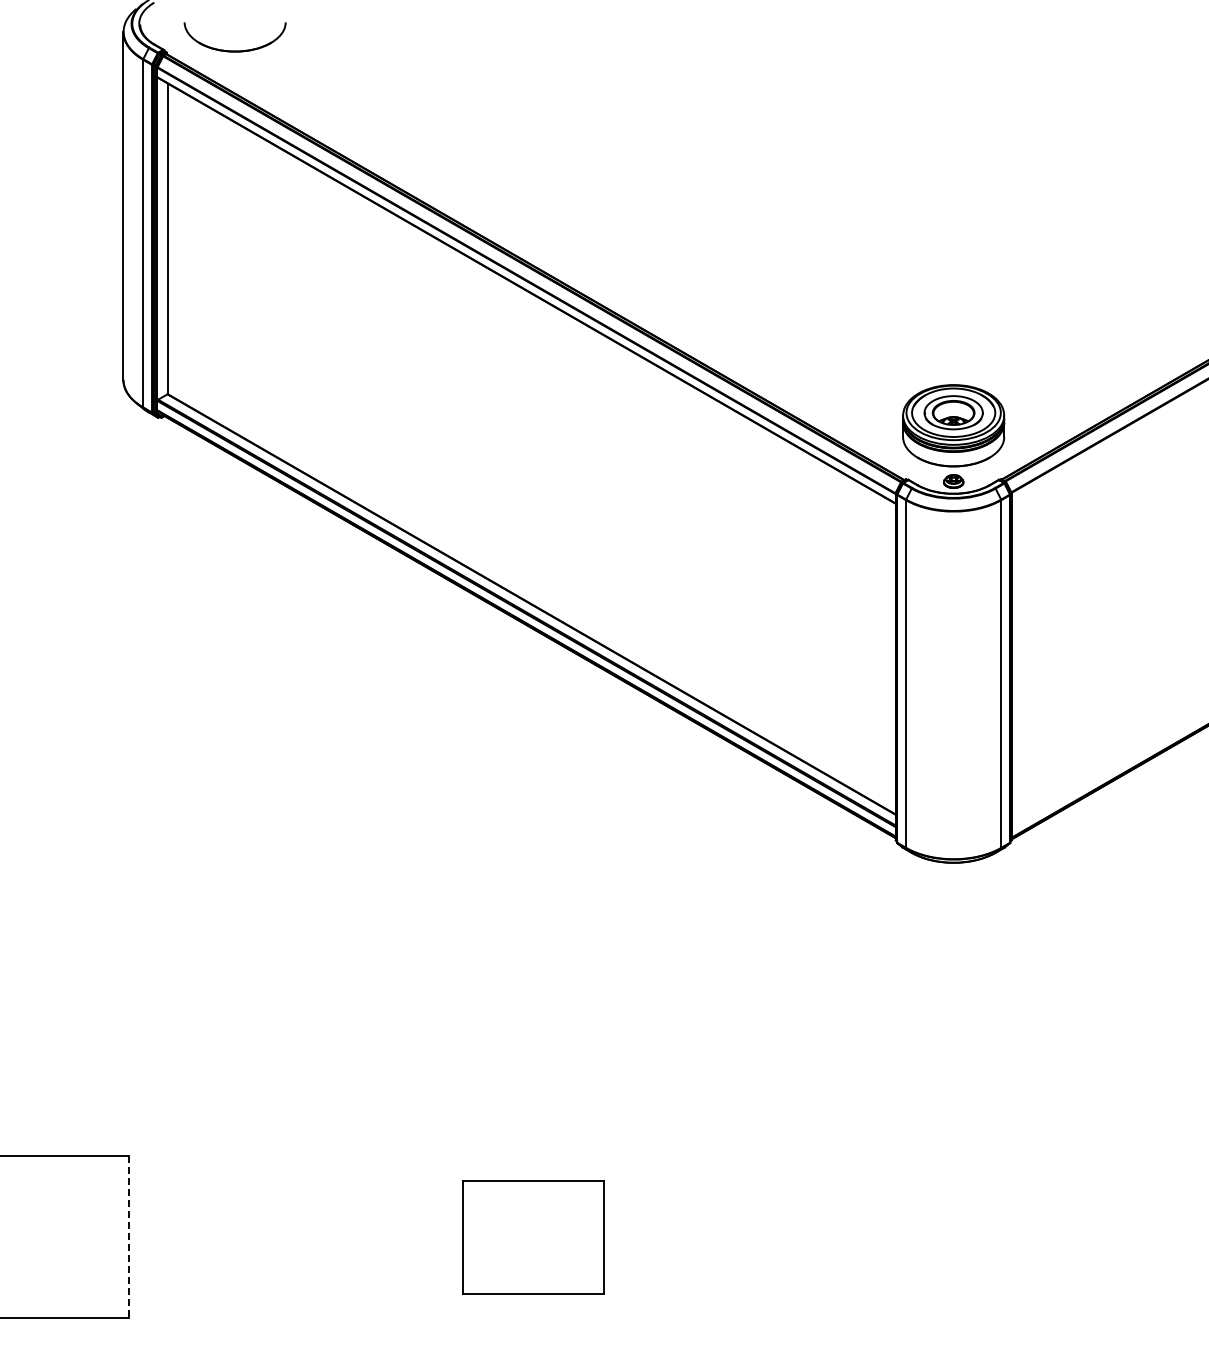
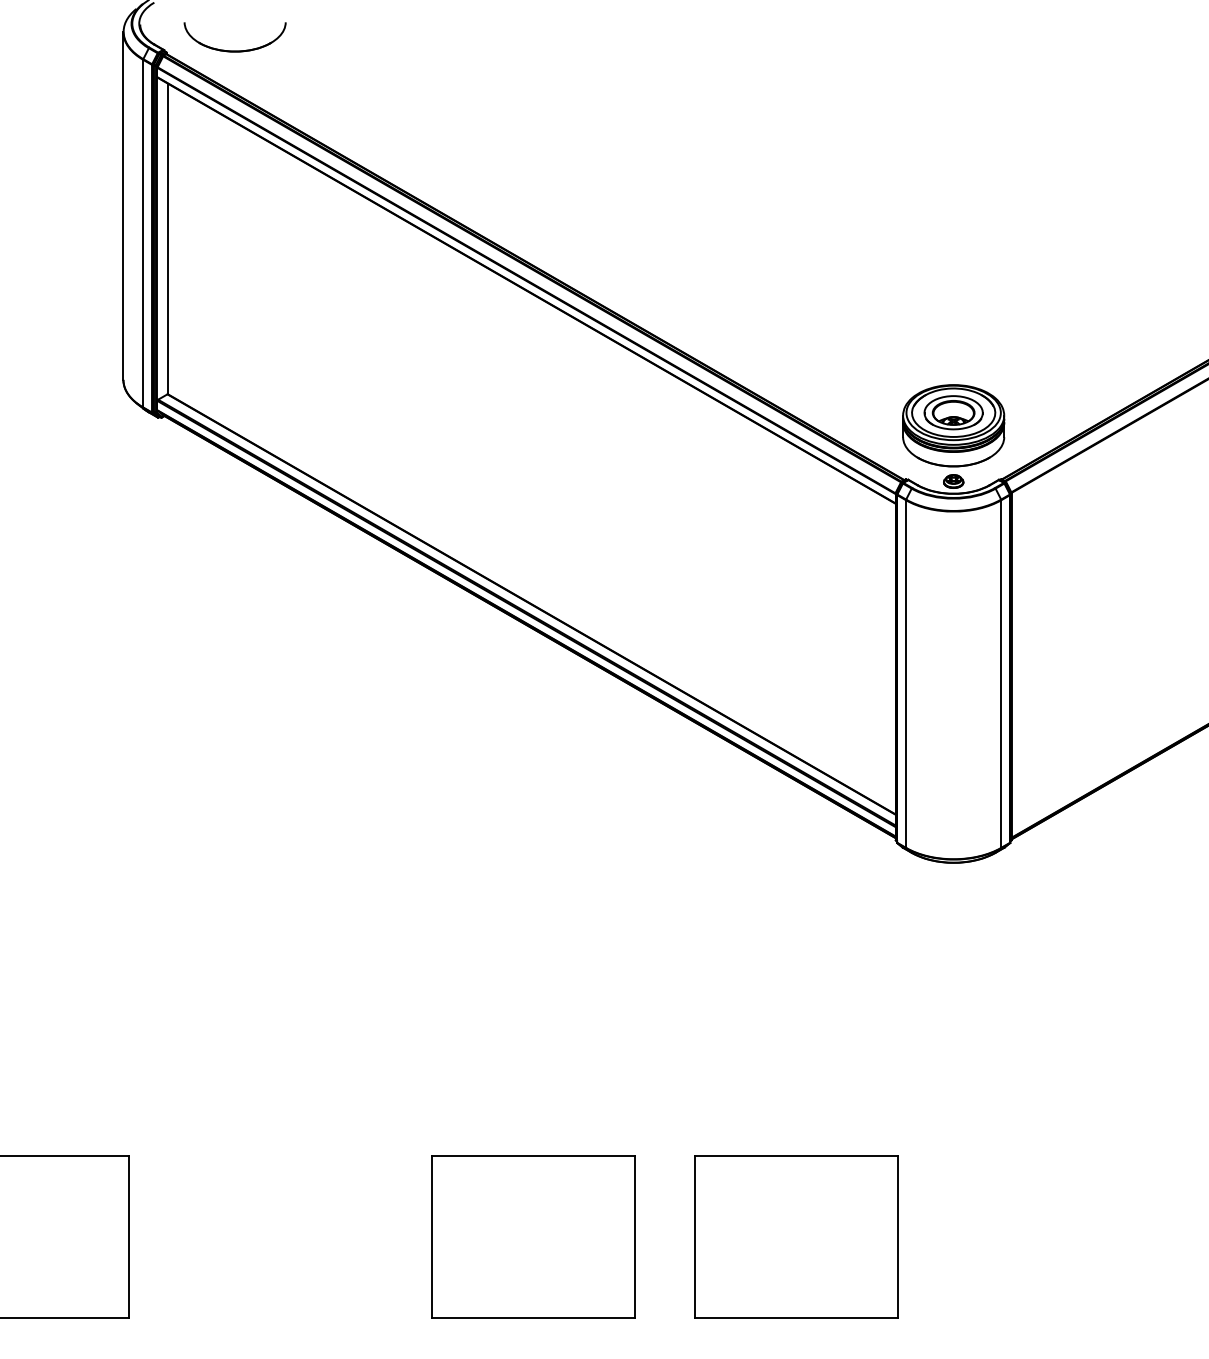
part at (796, 1236): none -> present
line at (128, 1237): dashed -> solid
part at (533, 1237) size: 143x115 px -> 205x164 px
